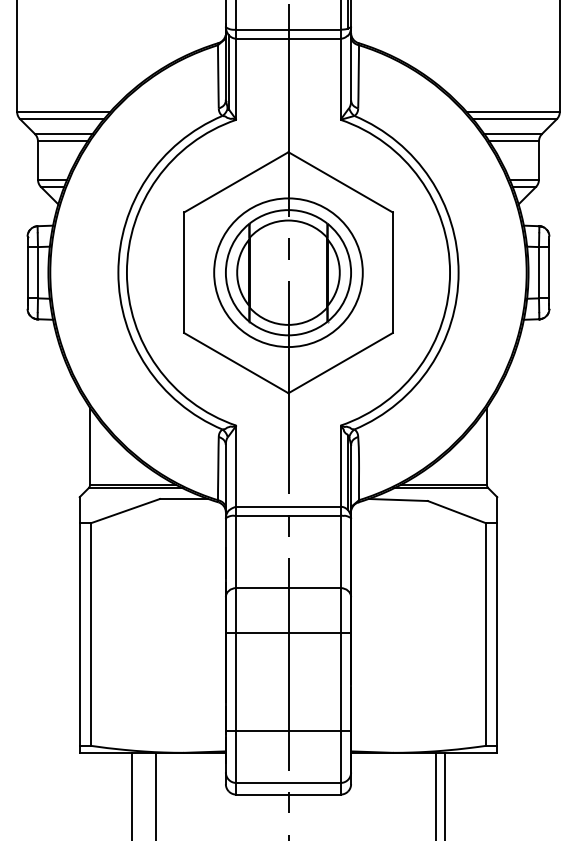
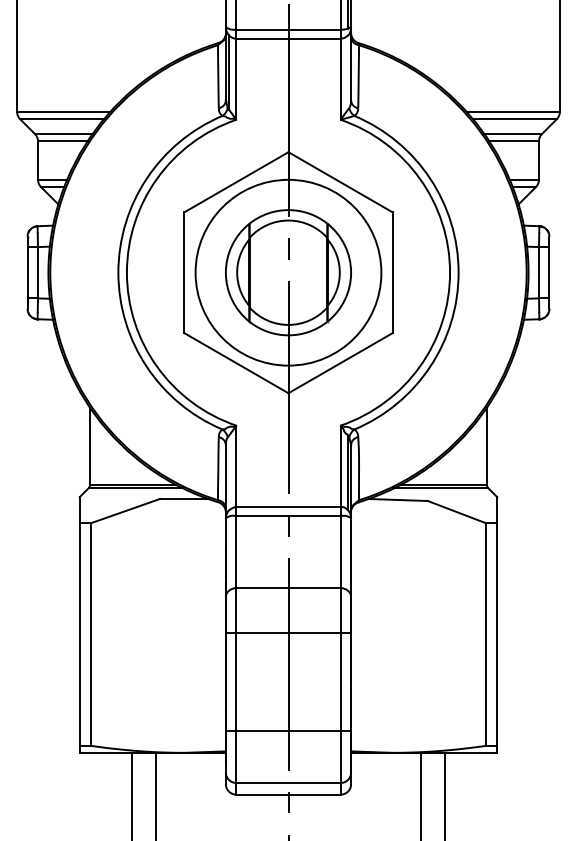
circle at (288, 272) diameter: 149 px -> 186 px
line at (435, 794) position: (435, 794) -> (420, 794)
